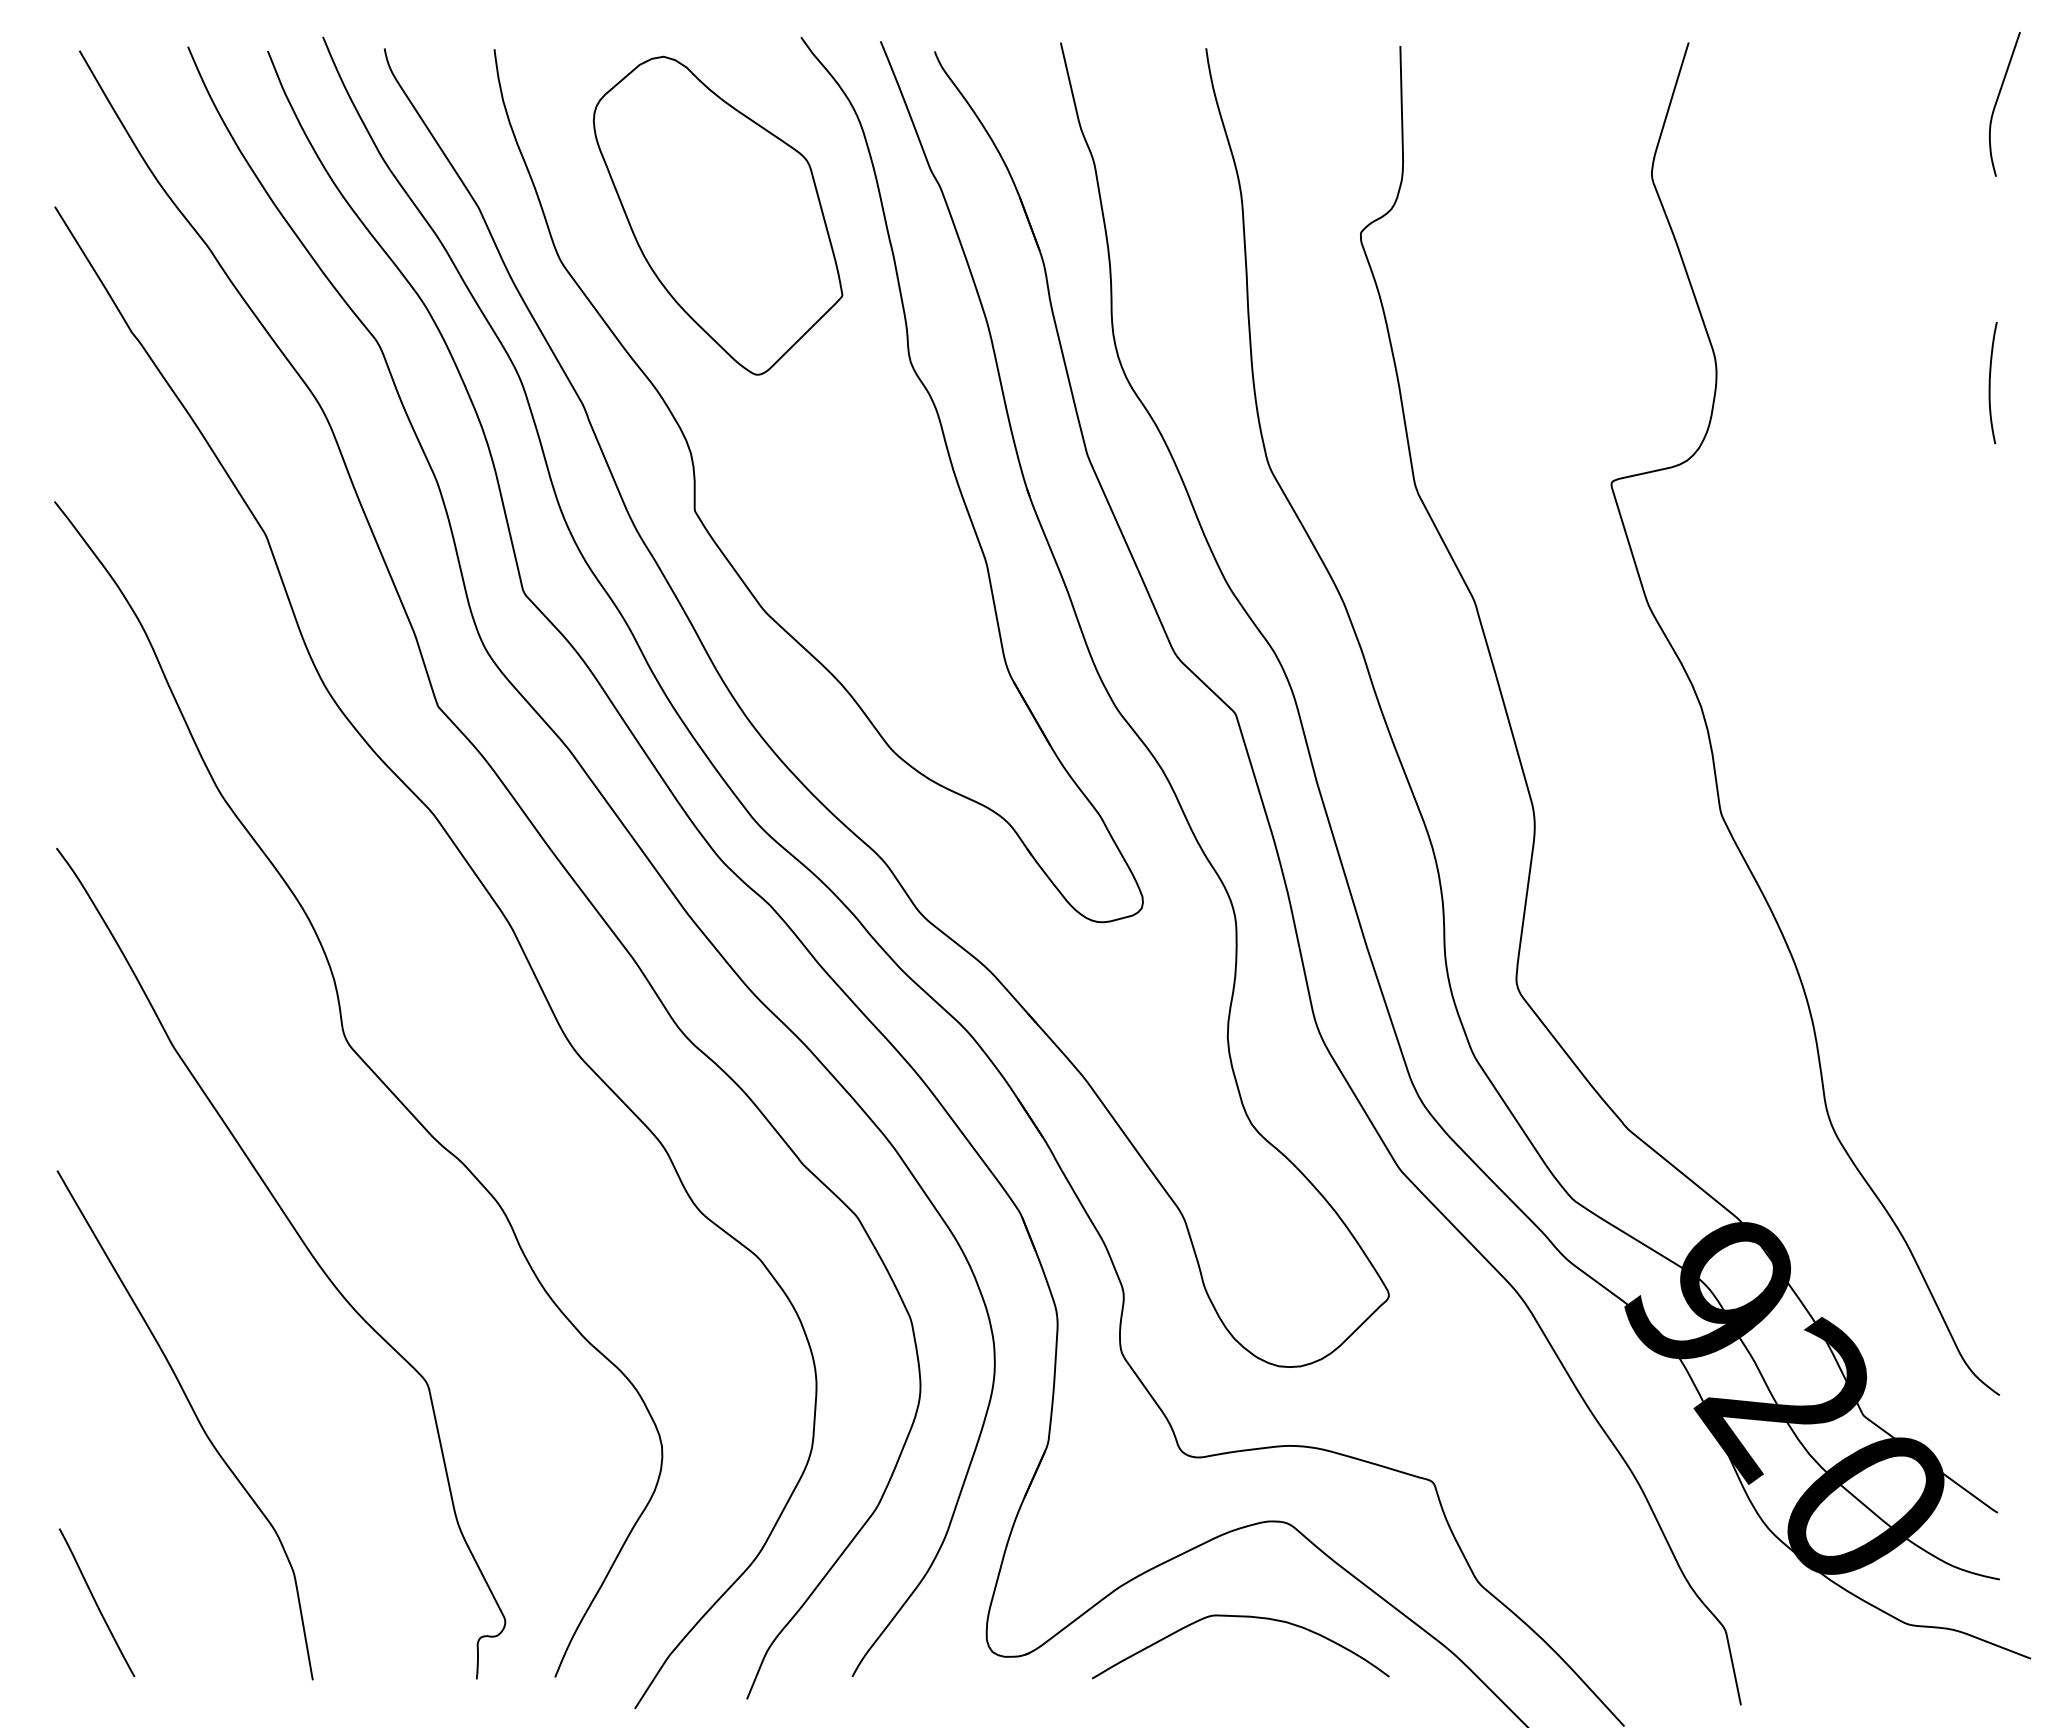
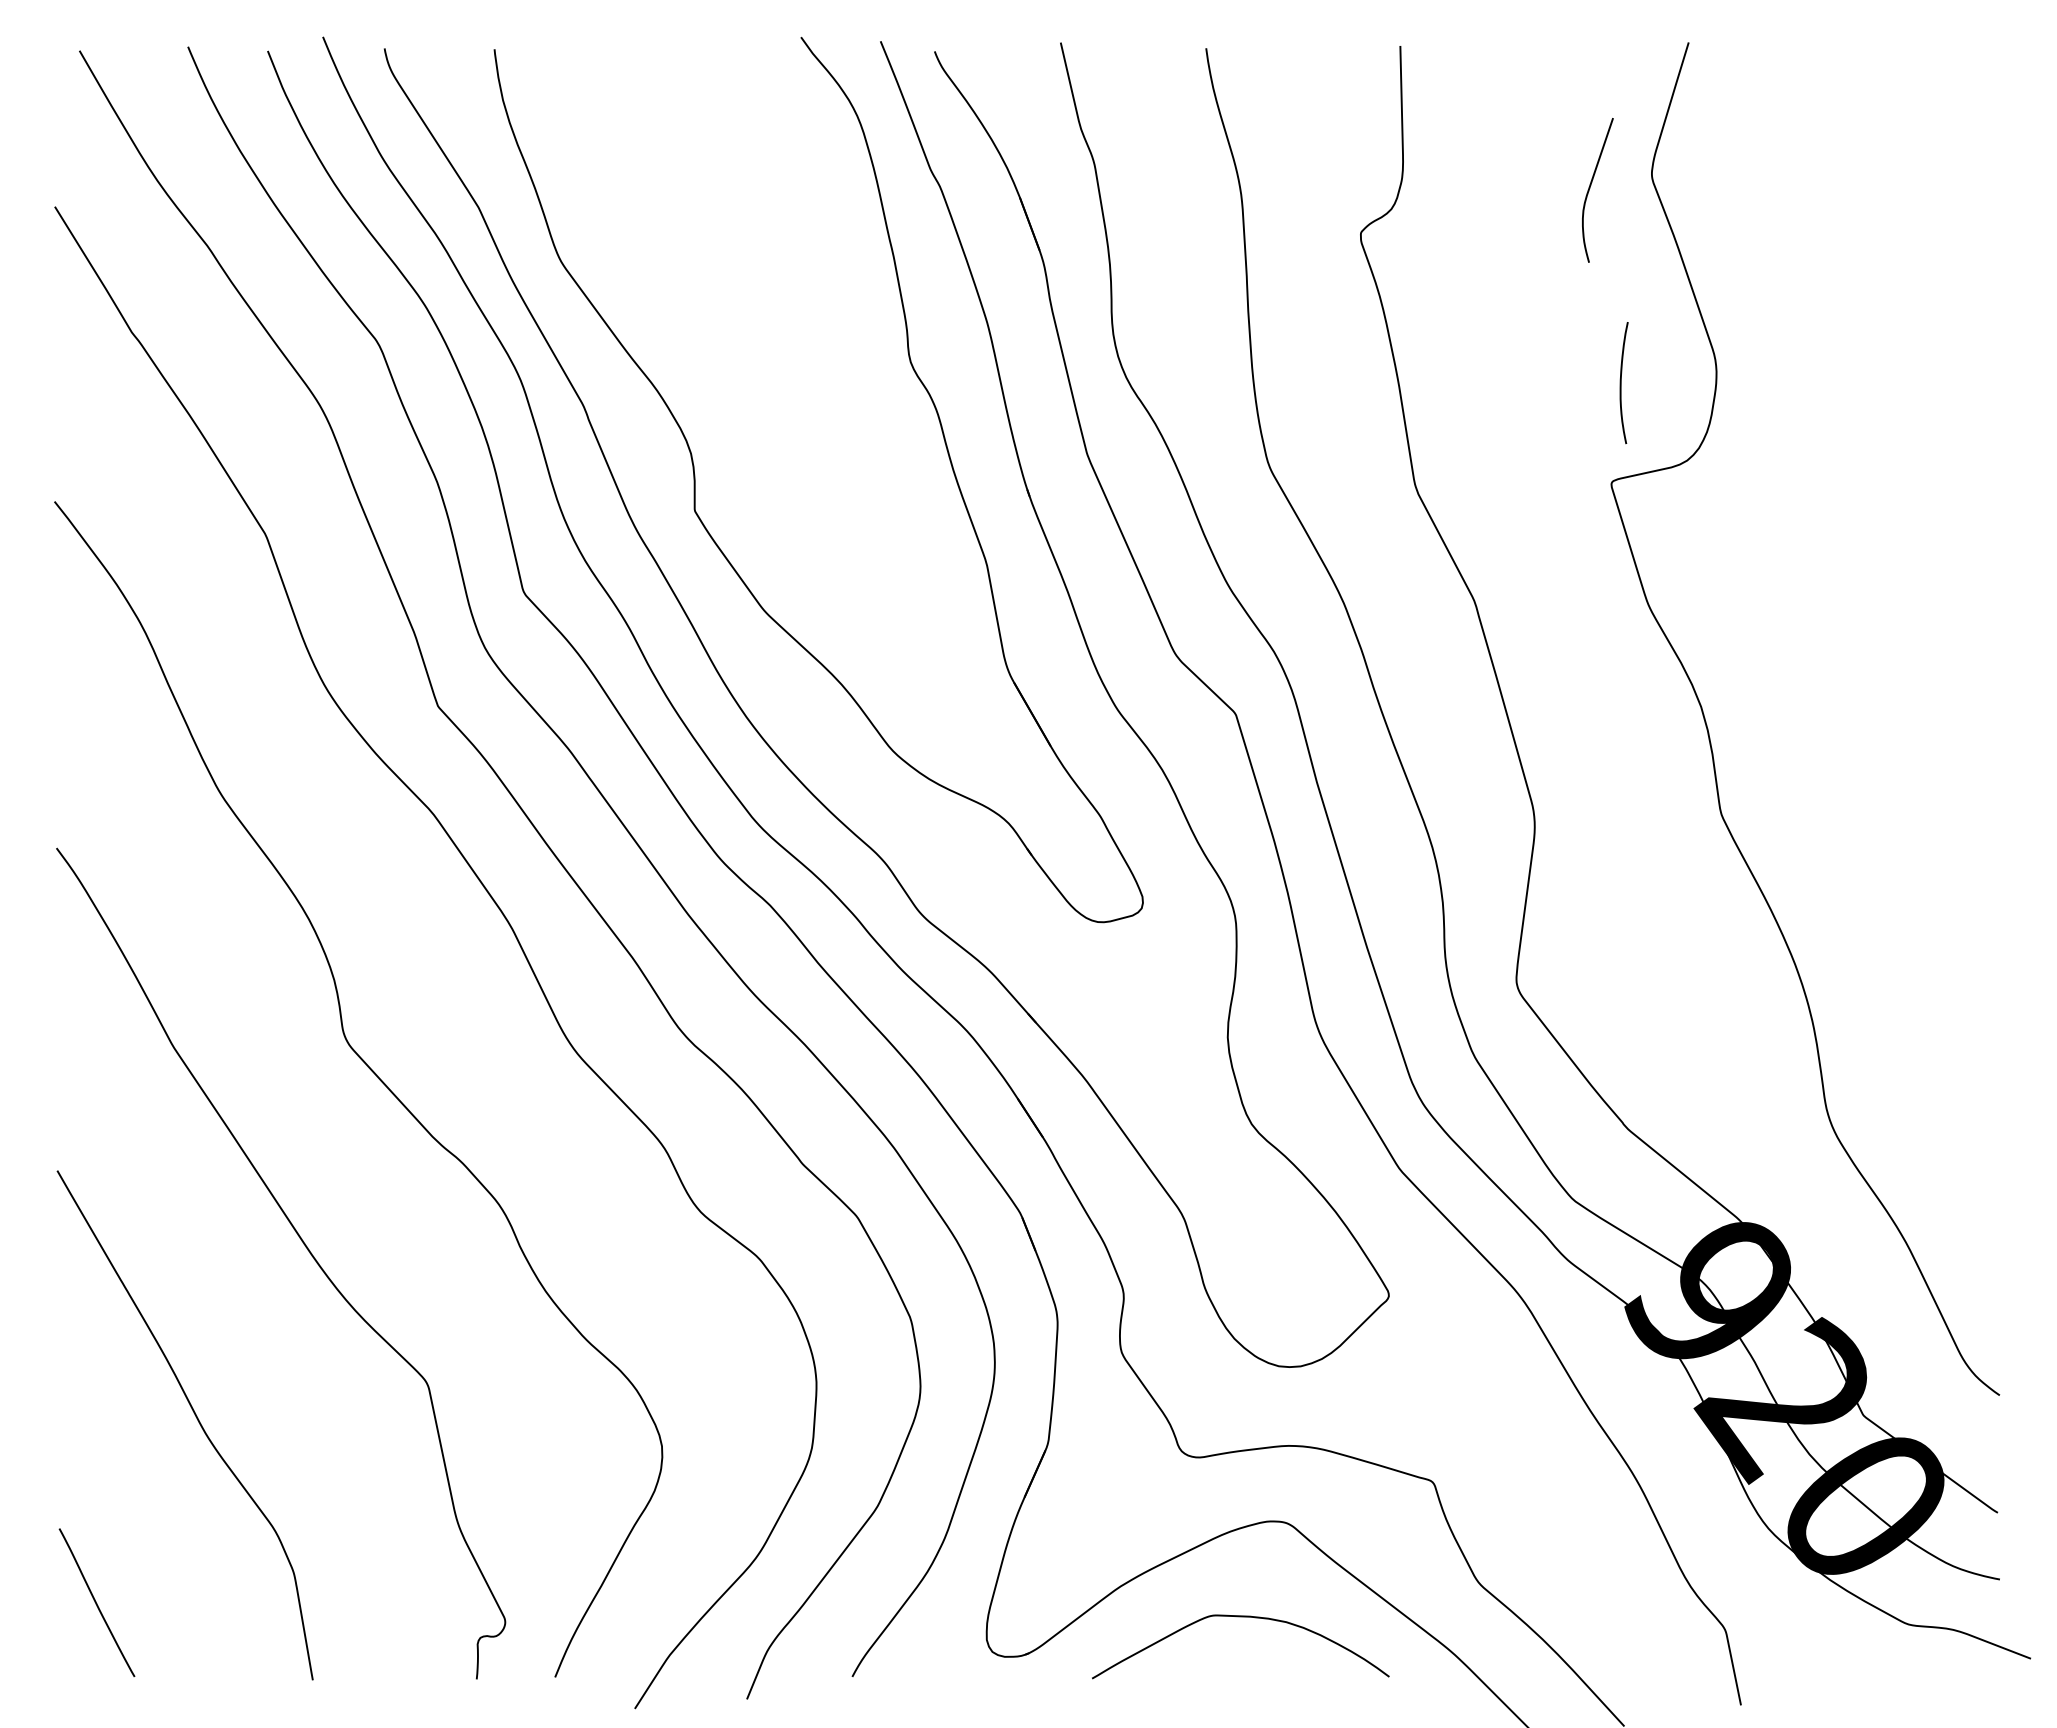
curve at (1997, 102) position: (1997, 102) -> (1590, 188)
part at (717, 215): present -> none
curve at (1990, 383) position: (1990, 383) -> (1621, 383)
